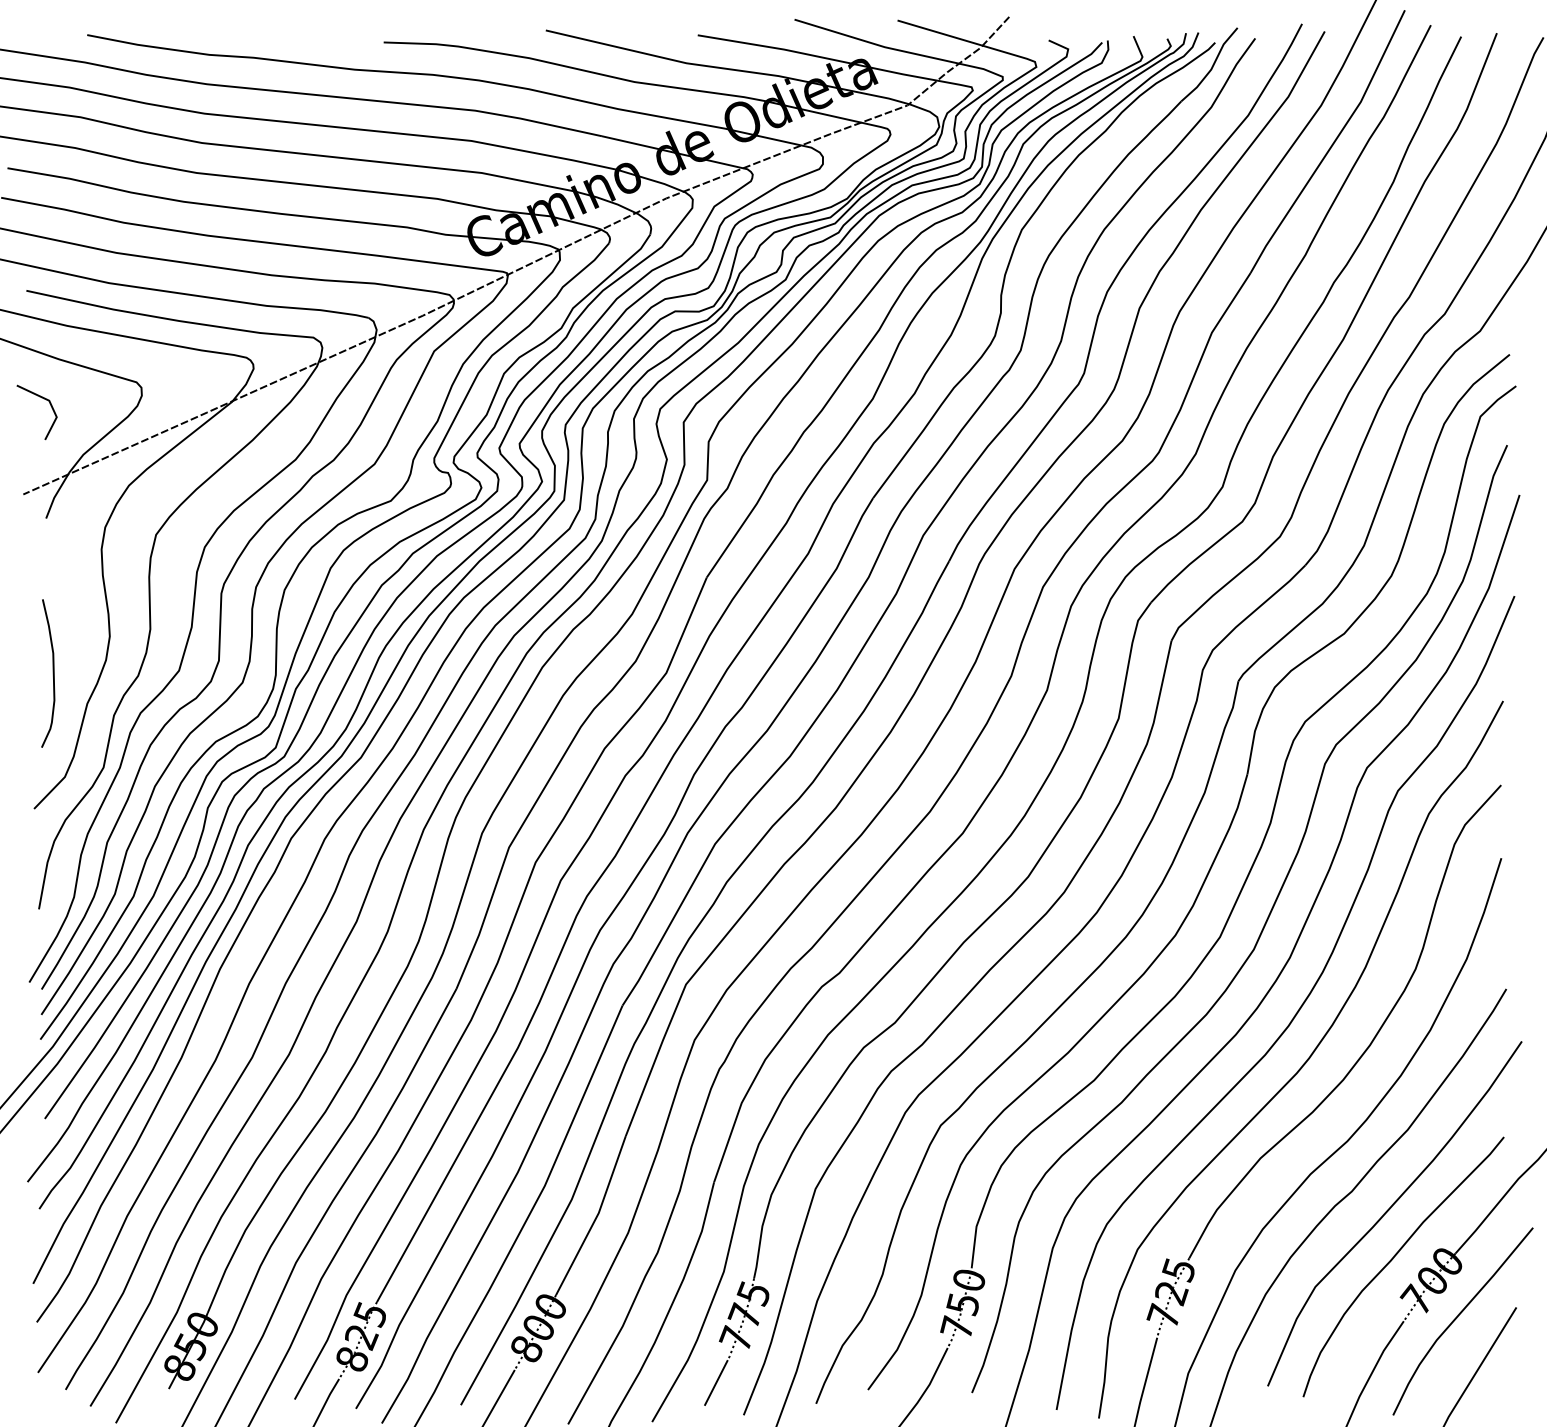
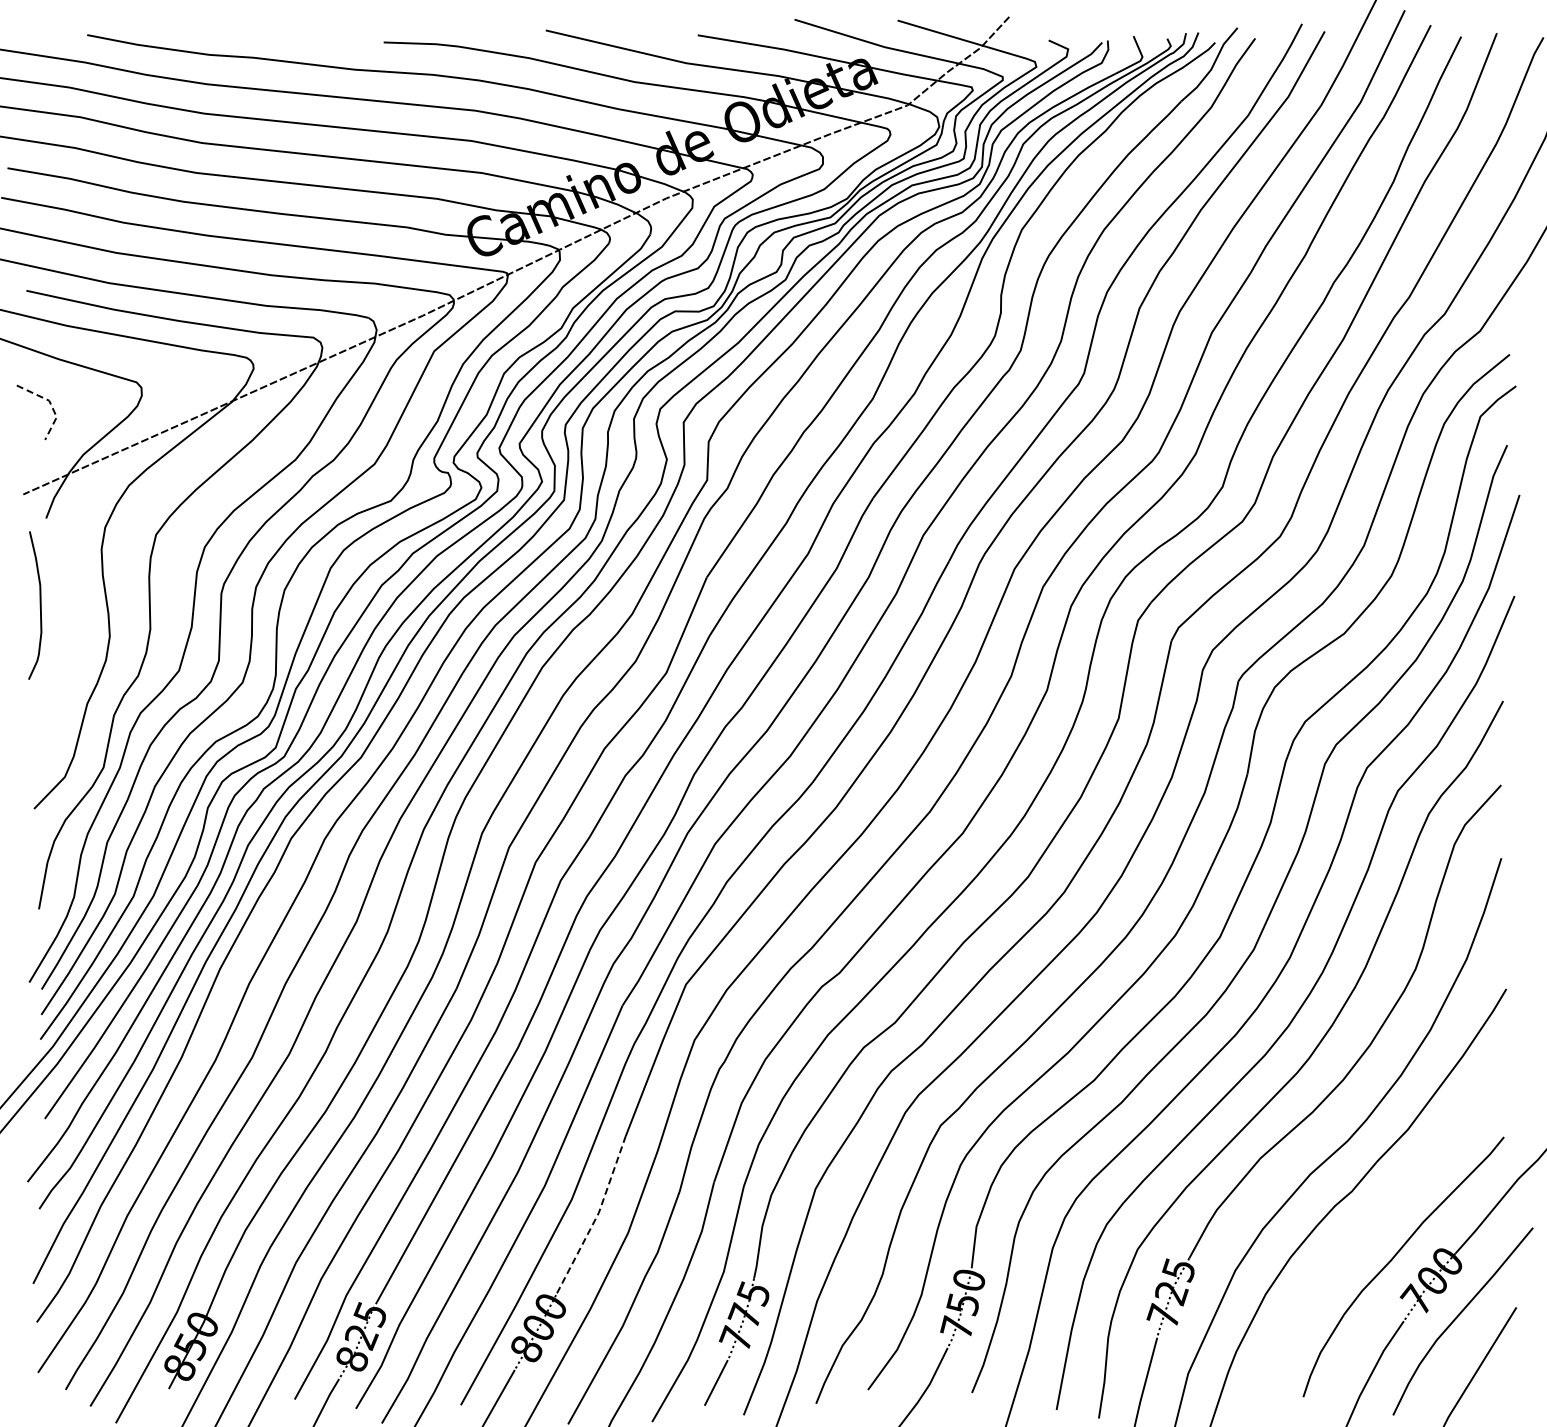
line at (51, 405): solid -> dashed
curve at (52, 673) position: (52, 673) -> (39, 605)
curve at (1390, 1209): present -> none
line at (596, 1217): solid -> dashed
